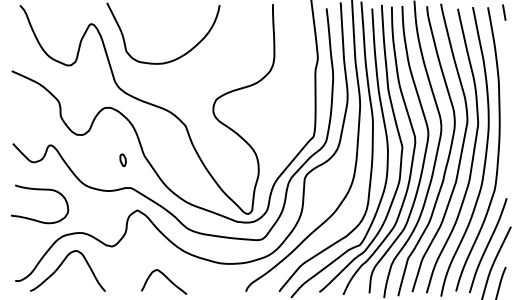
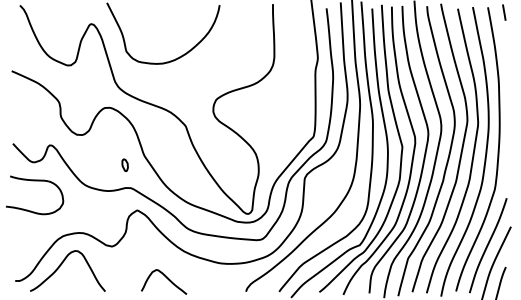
part at (122, 159) position: (122, 159) -> (124, 164)
curve at (40, 190) position: (40, 190) -> (35, 181)
